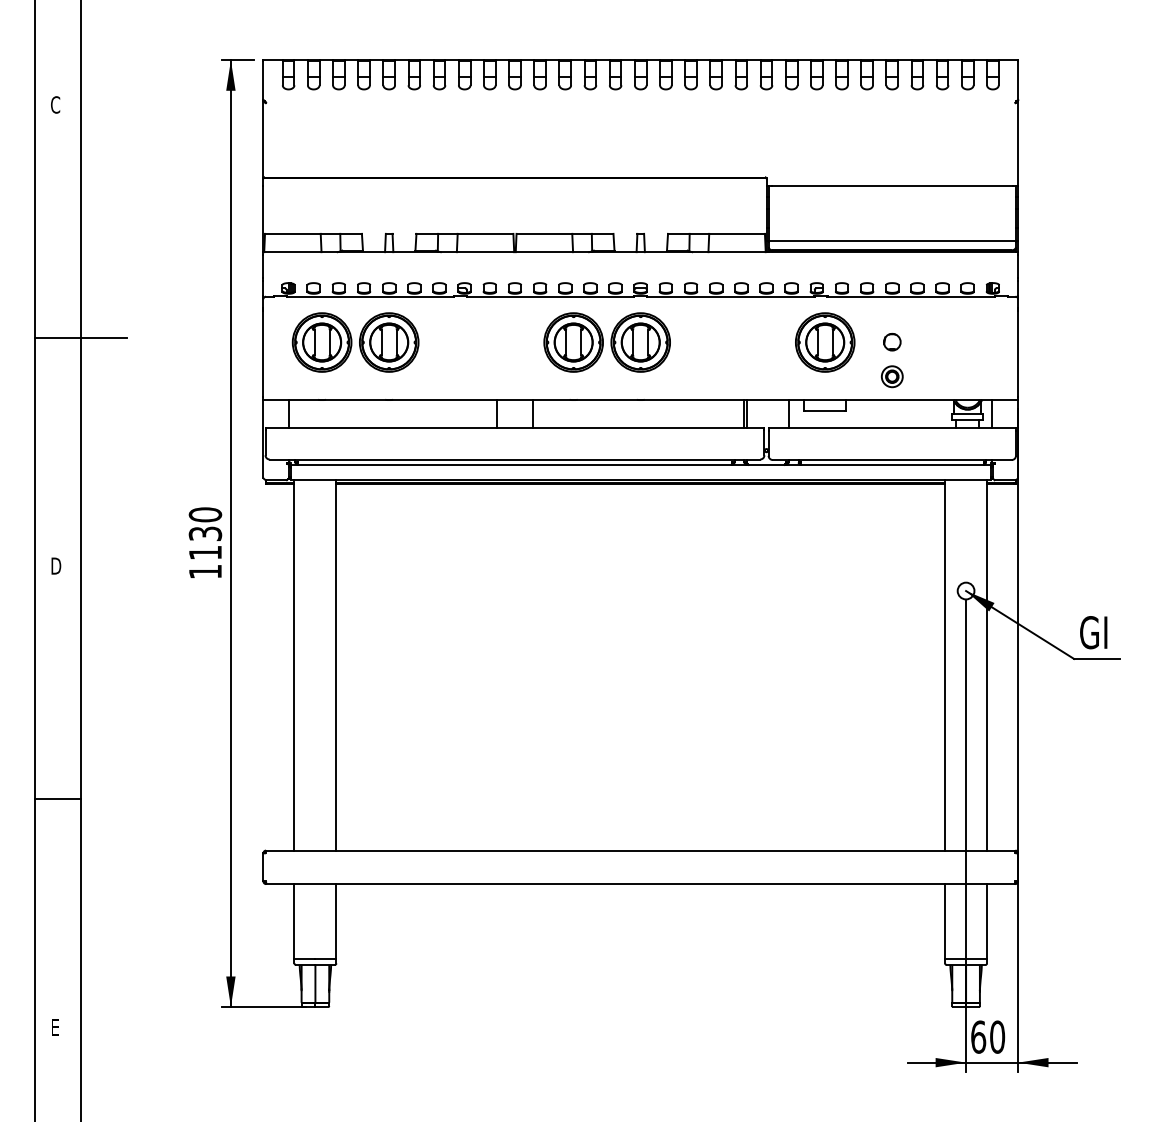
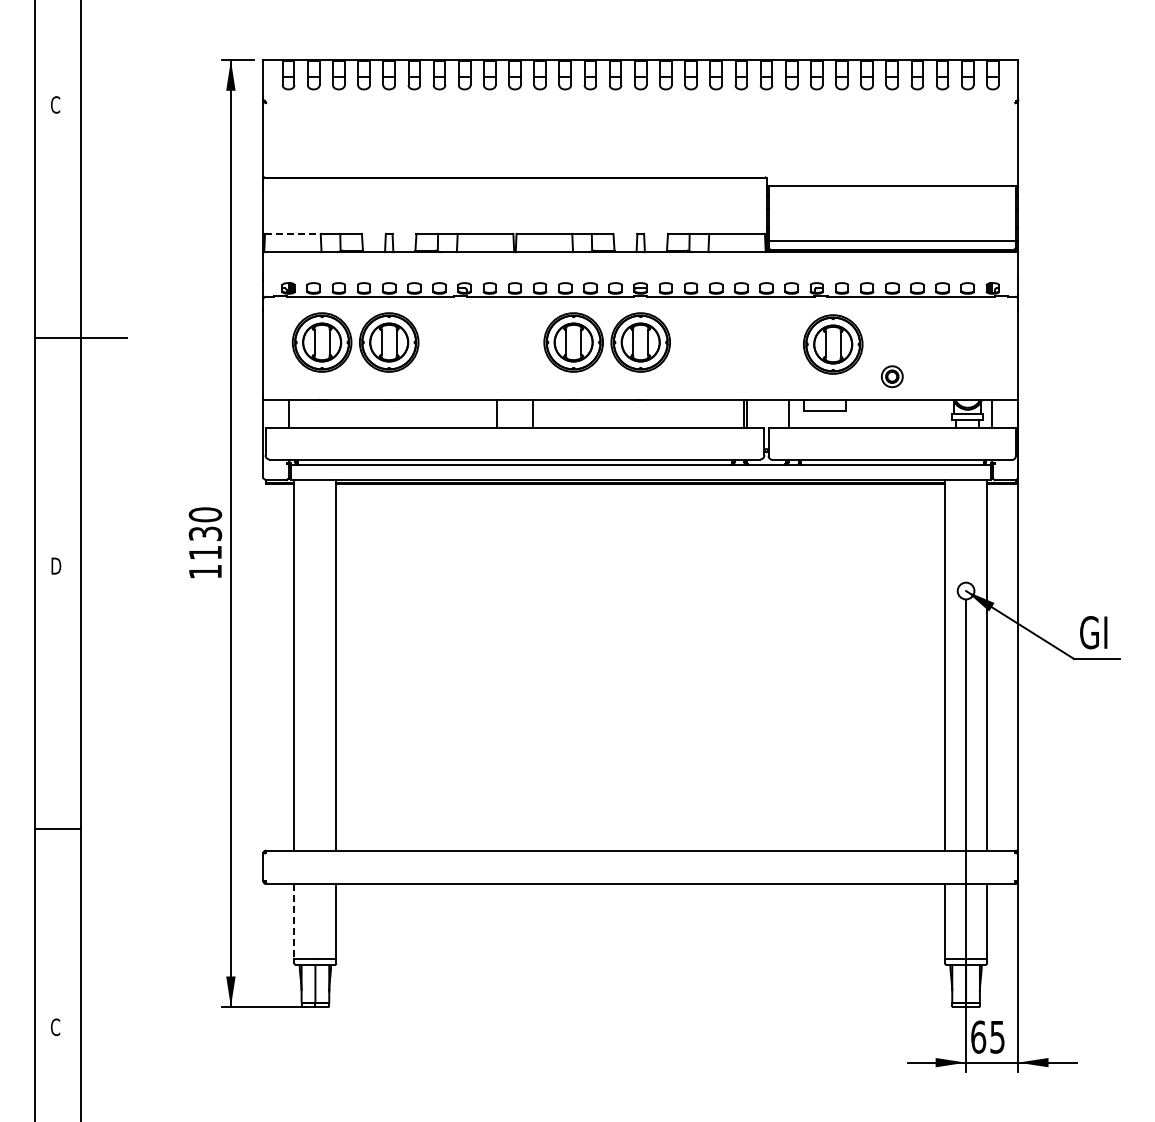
line at (292, 233): solid -> dashed
part at (825, 342) position: (825, 342) -> (833, 344)
circle at (892, 342): present -> none
line at (57, 798) position: (57, 798) -> (57, 828)
line at (294, 921): solid -> dashed
text at (55, 1027): E -> C
text at (997, 1036): 60 -> 65
